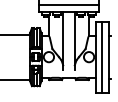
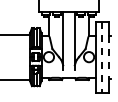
line at (68, 5): present -> none
line at (102, 57): solid -> dashed
line at (108, 57): solid -> dashed
